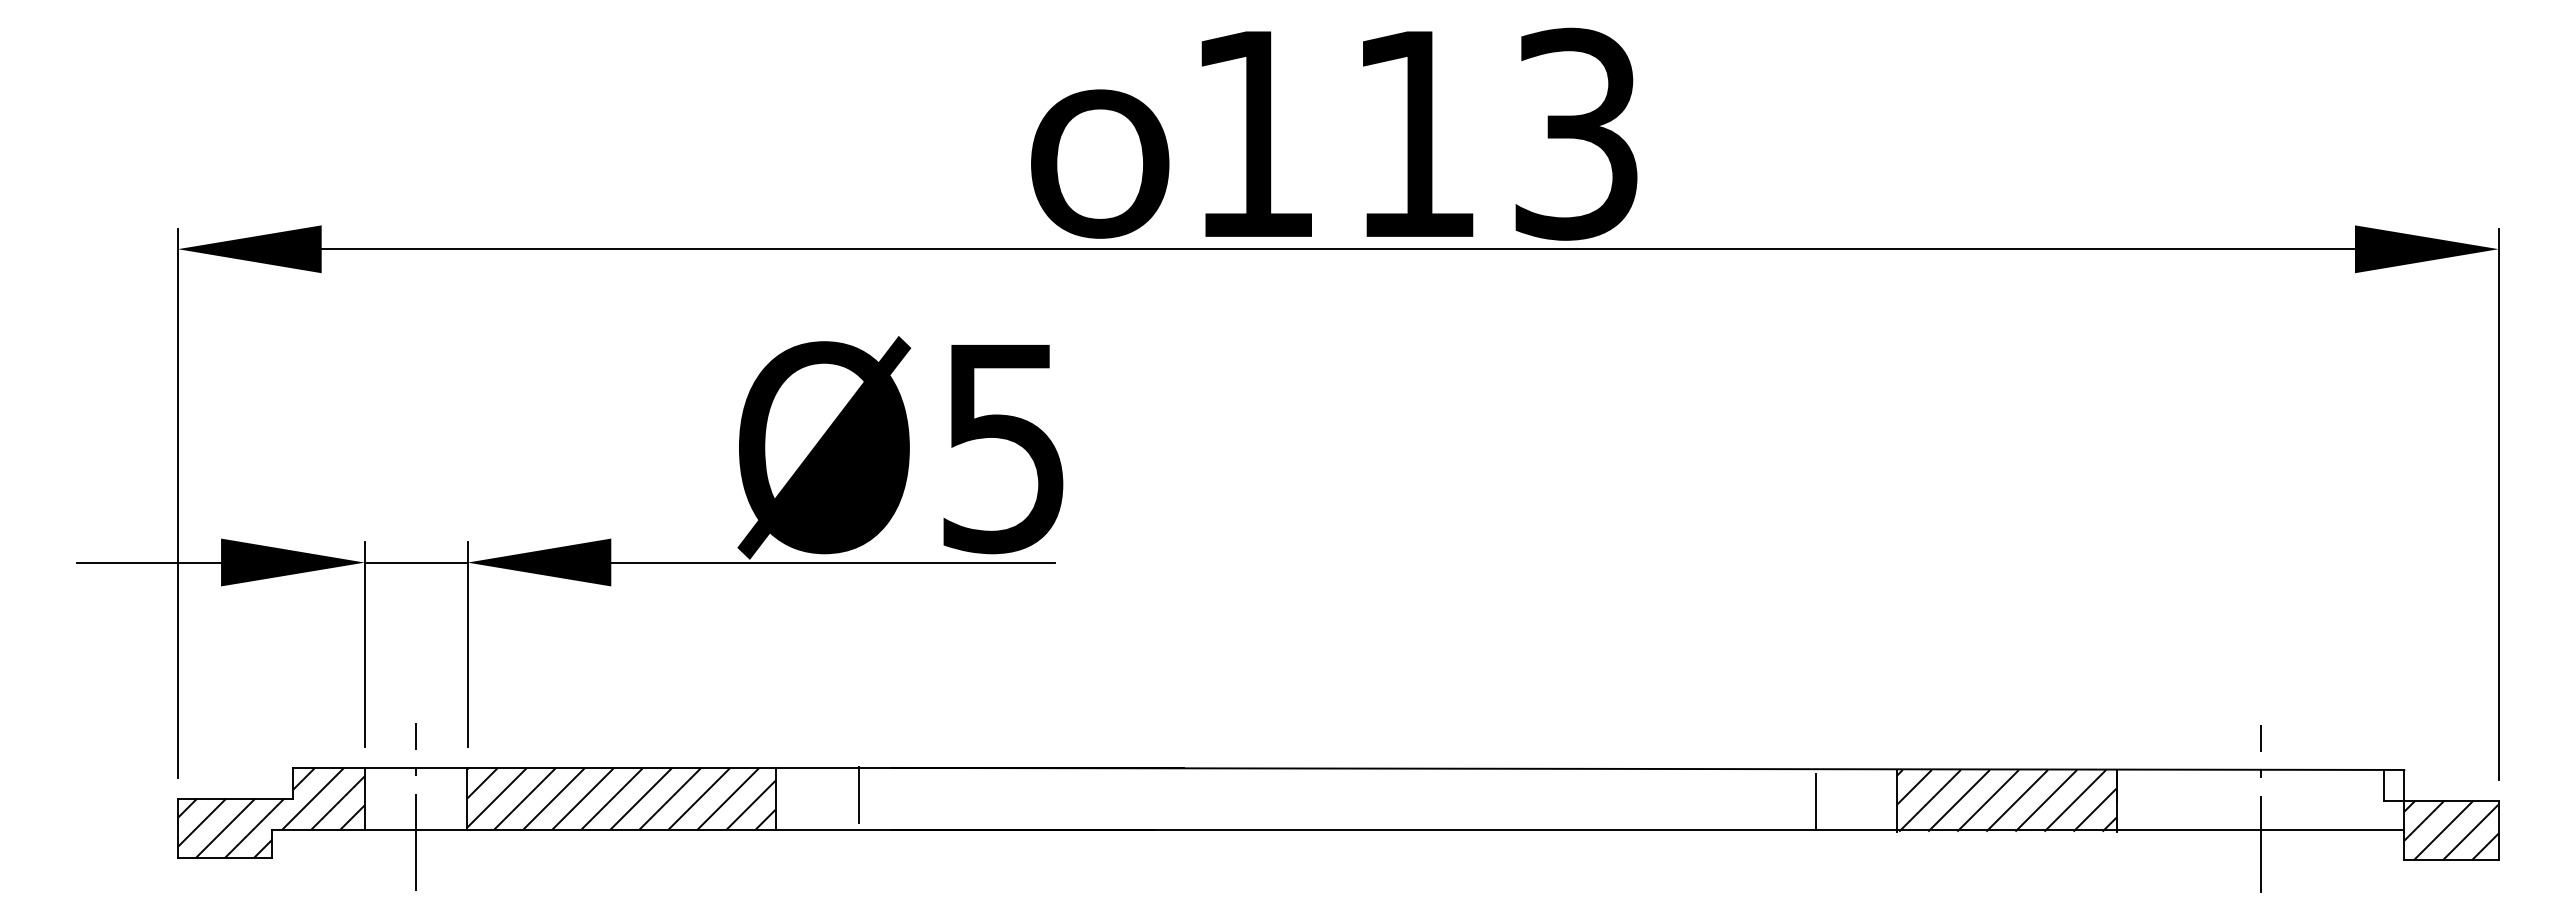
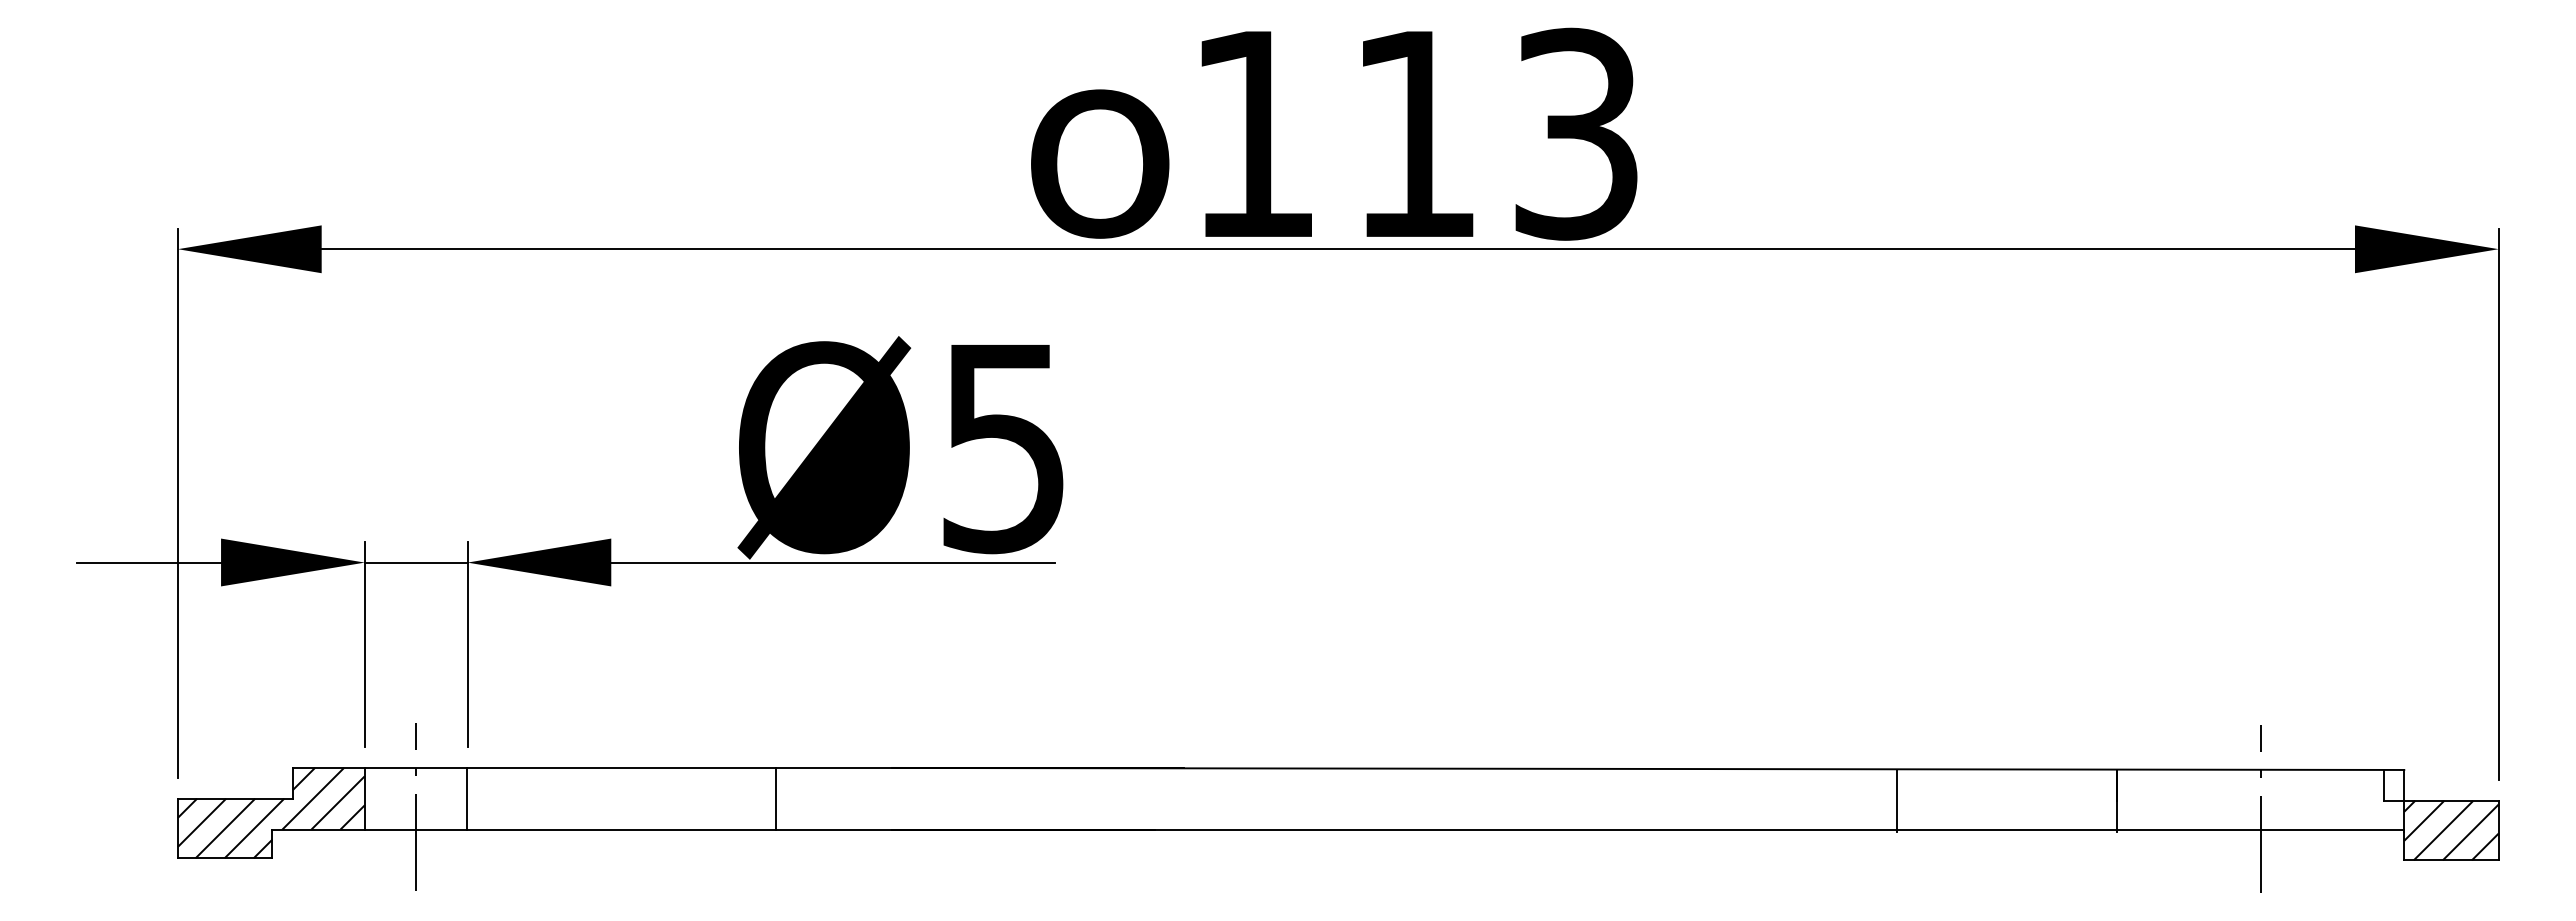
line at (858, 794): present -> none
hatch at (621, 798): present -> none
hatch at (2006, 800): present -> none
line at (1815, 802): present -> none
